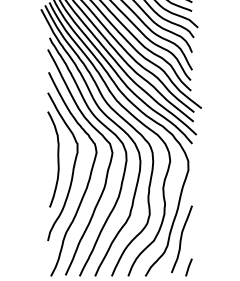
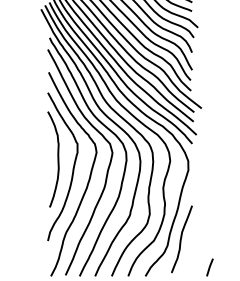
line at (188, 267) position: (188, 267) -> (209, 267)
